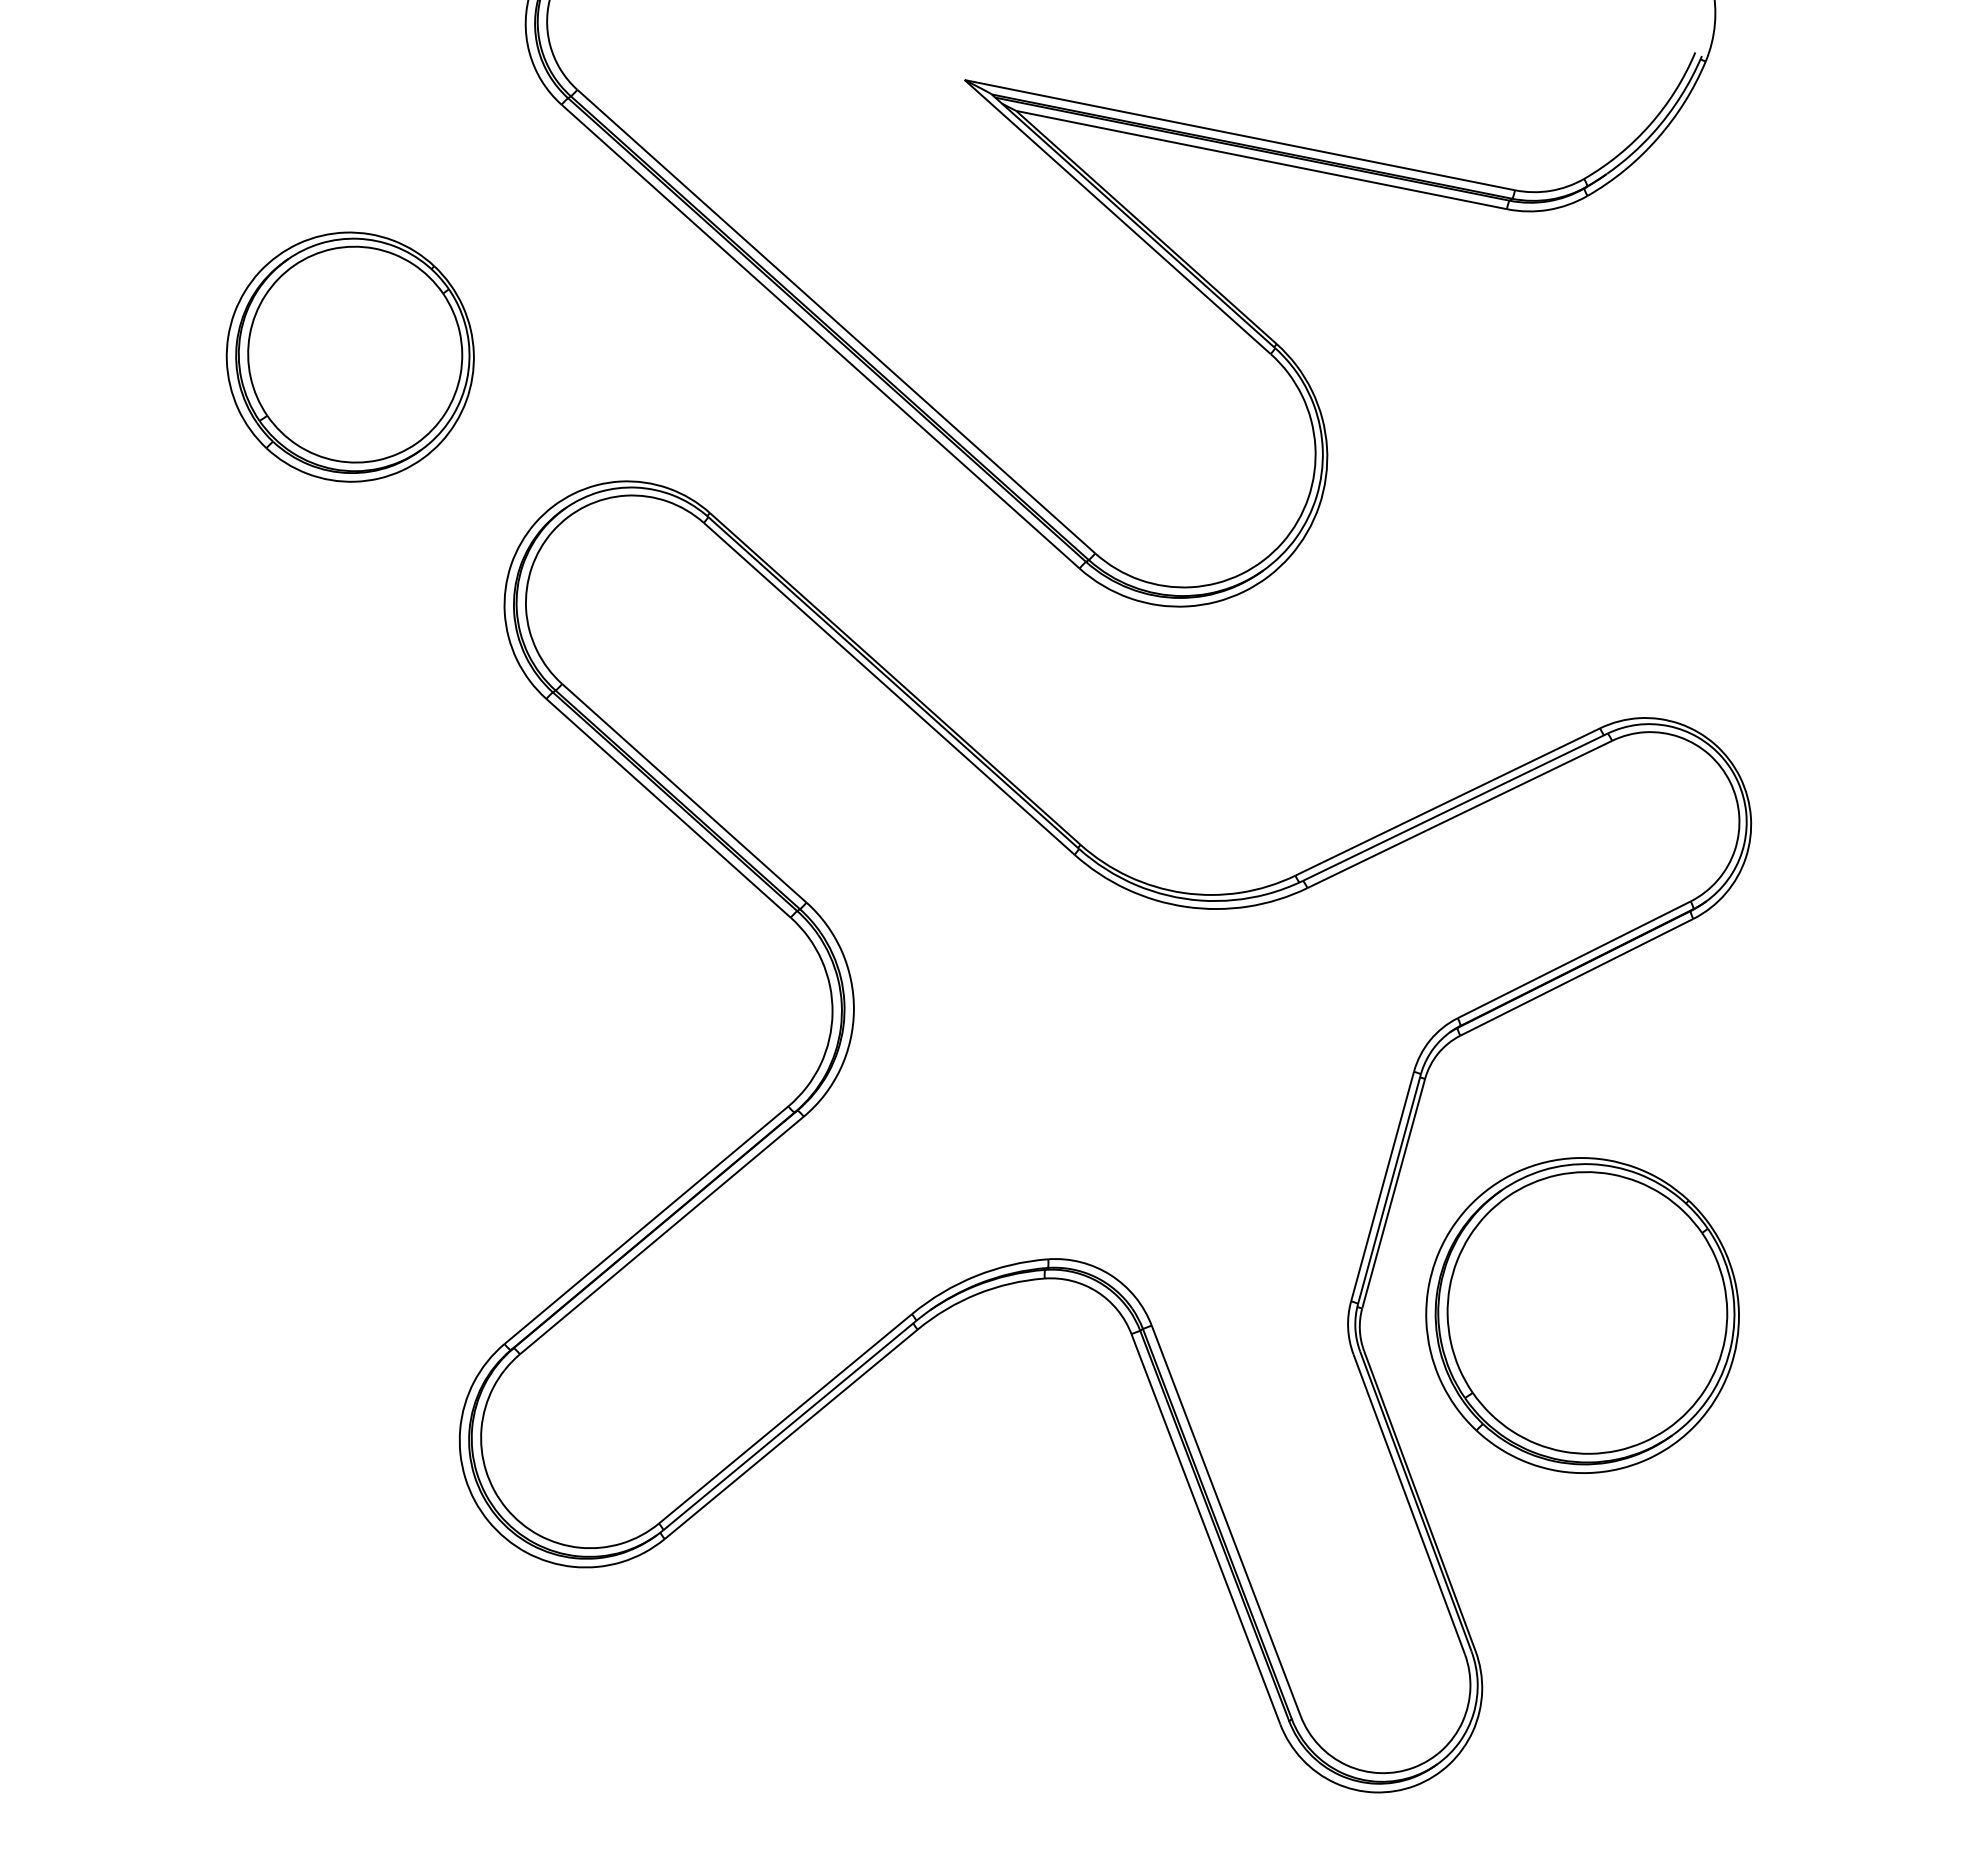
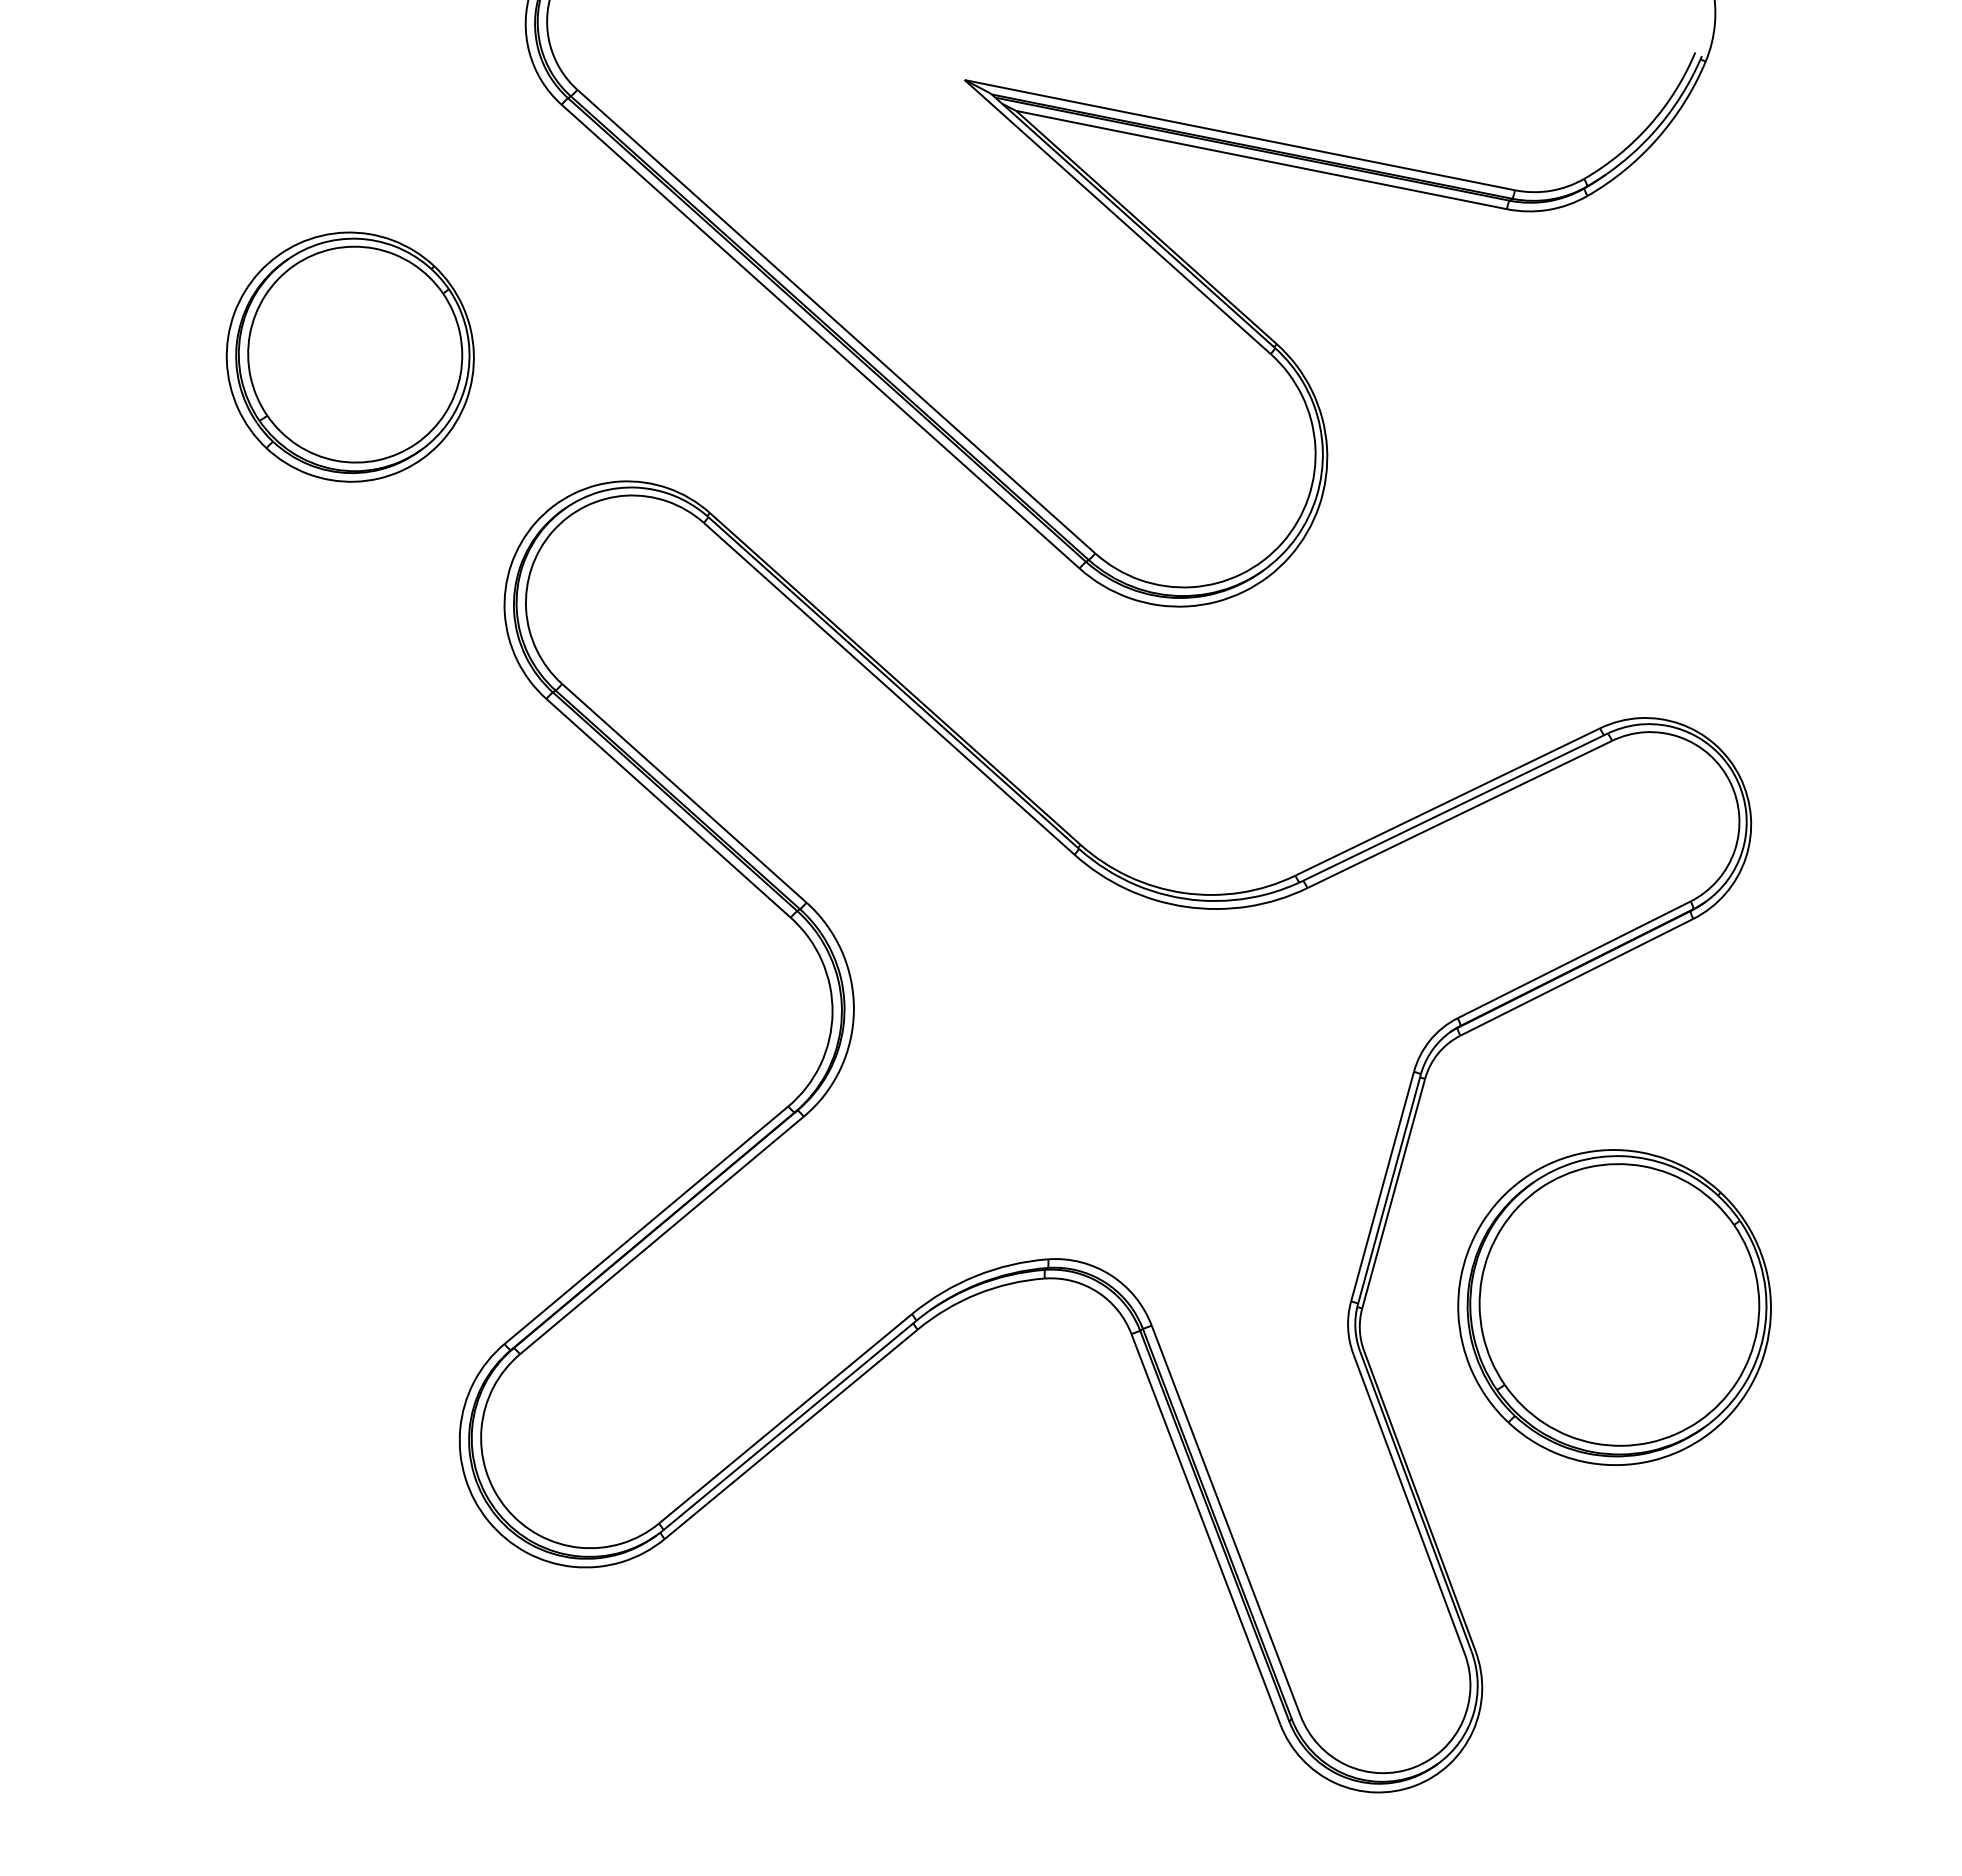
part at (1582, 1315) position: (1582, 1315) -> (1614, 1307)
